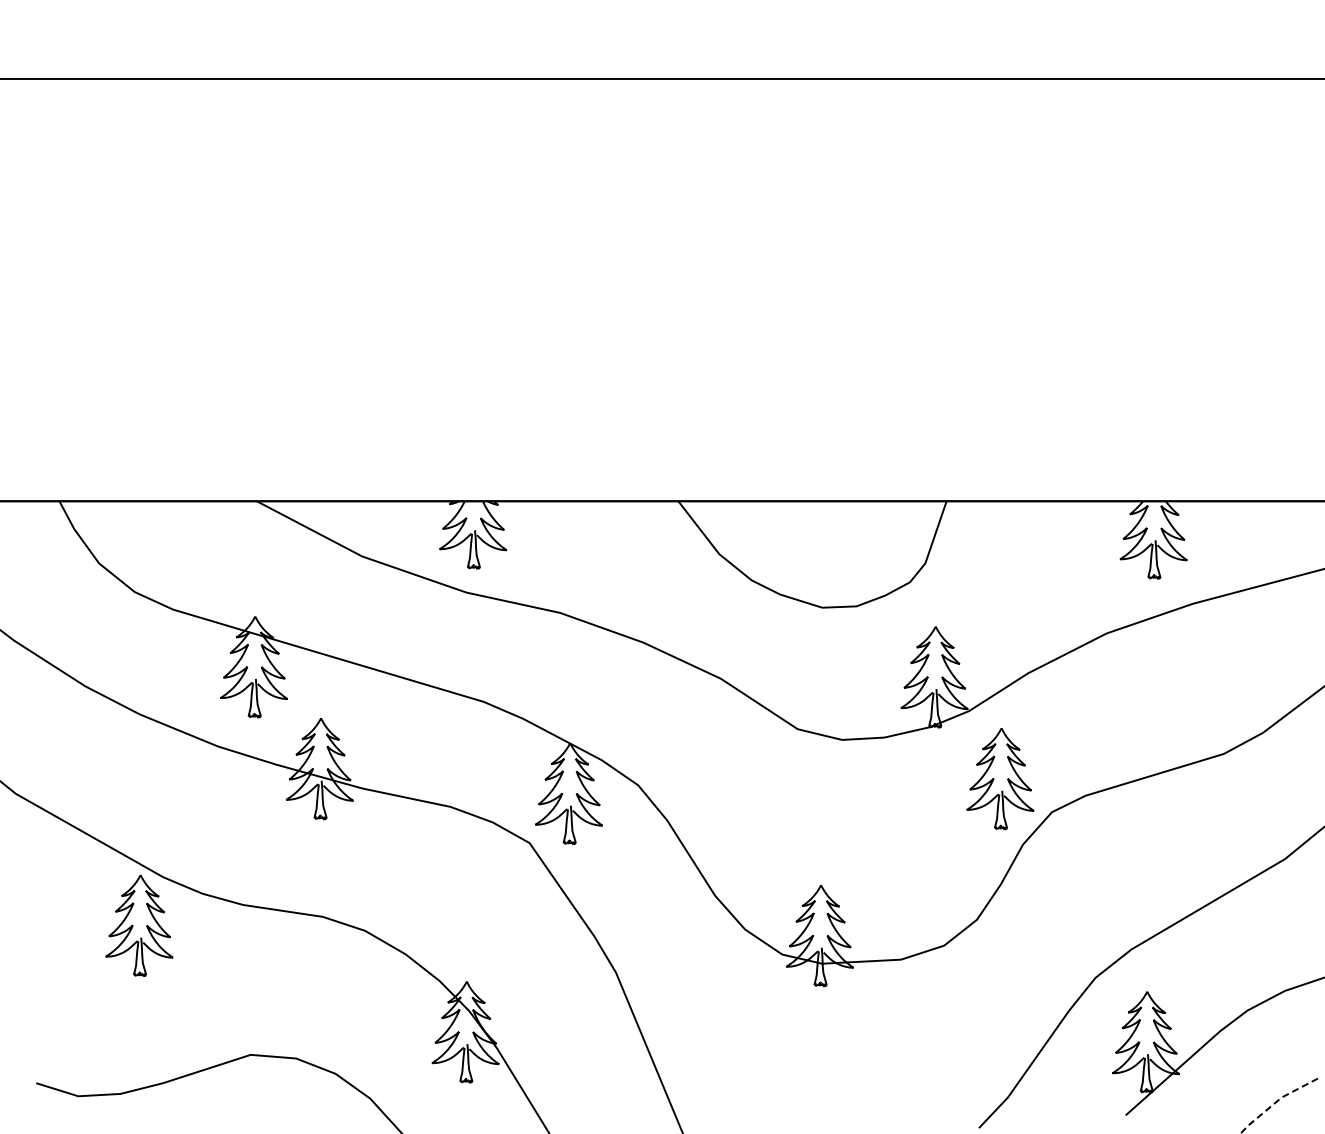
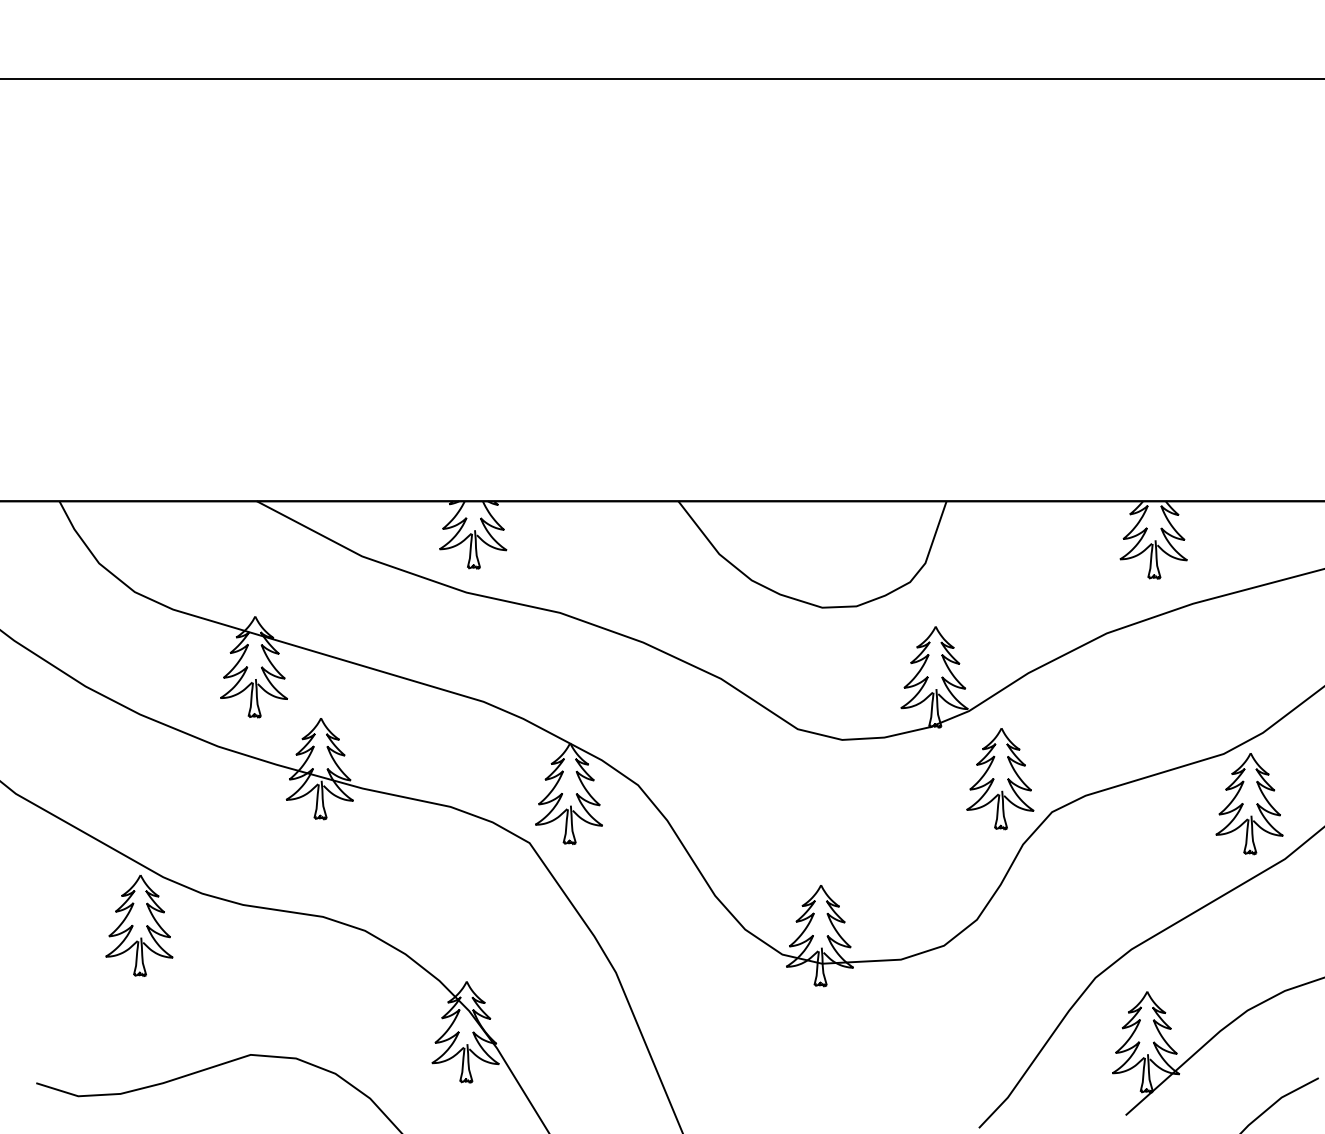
part at (1249, 804): none -> present
line at (1276, 1101): dashed -> solid
